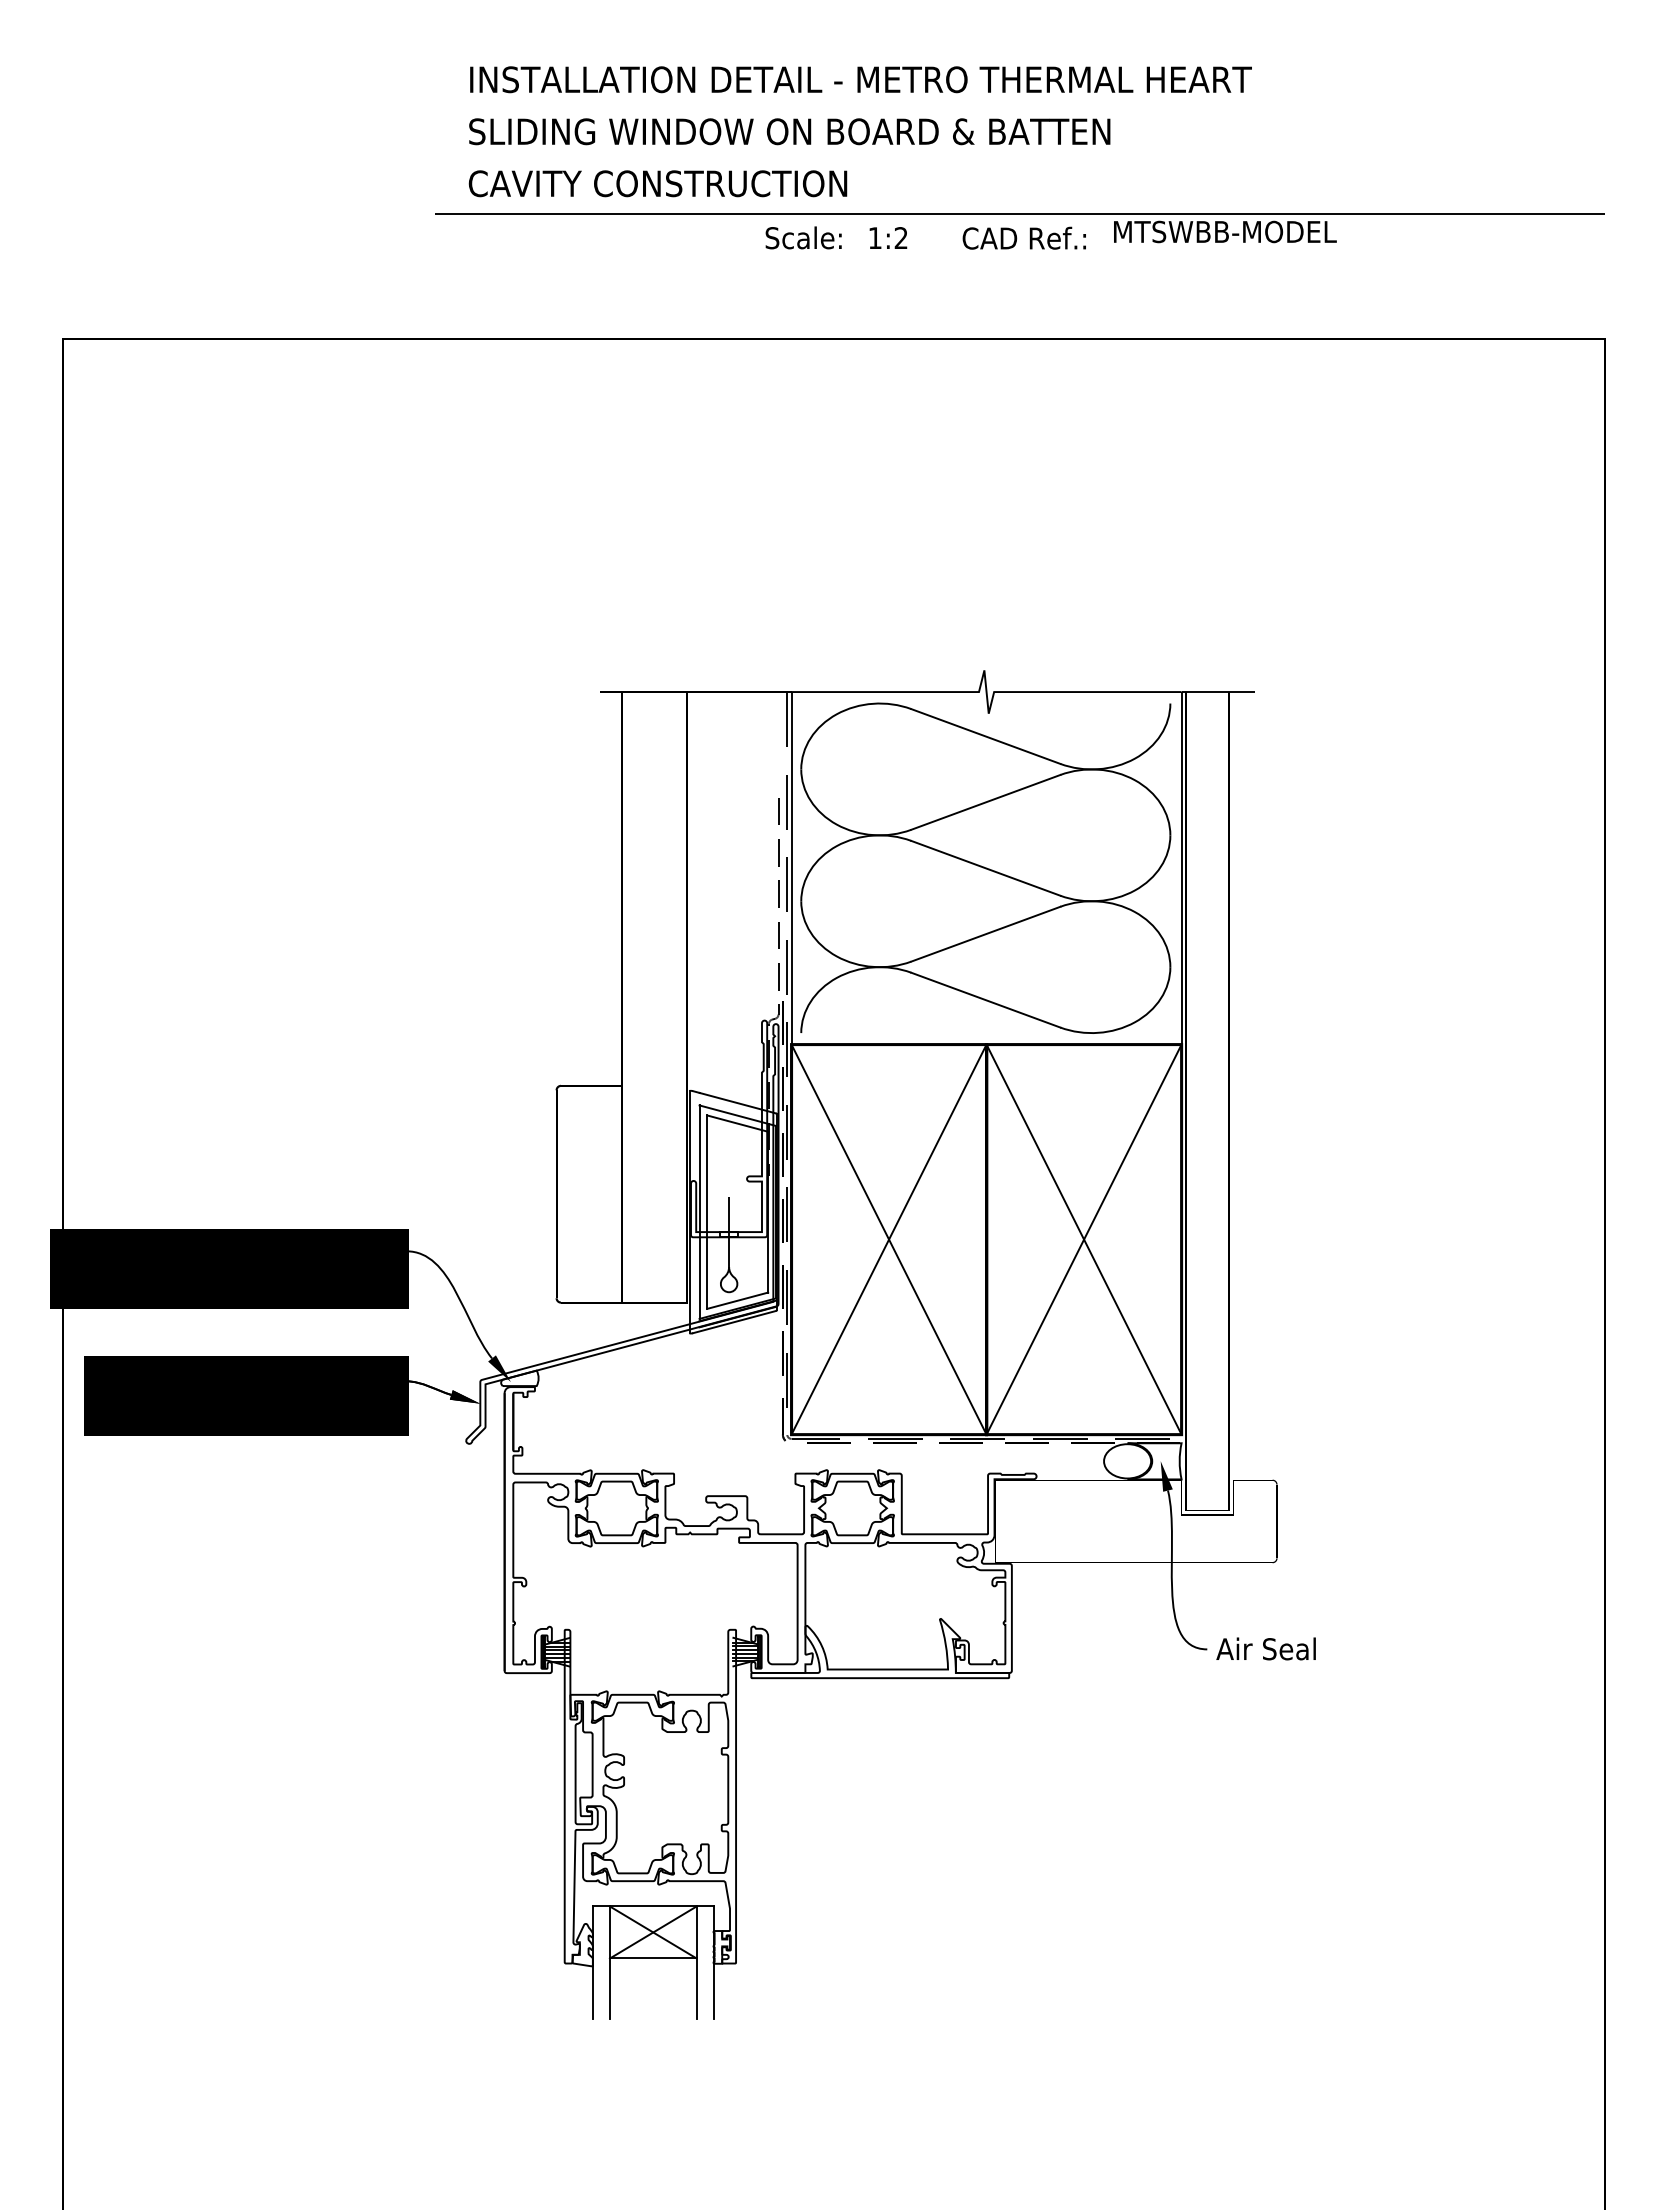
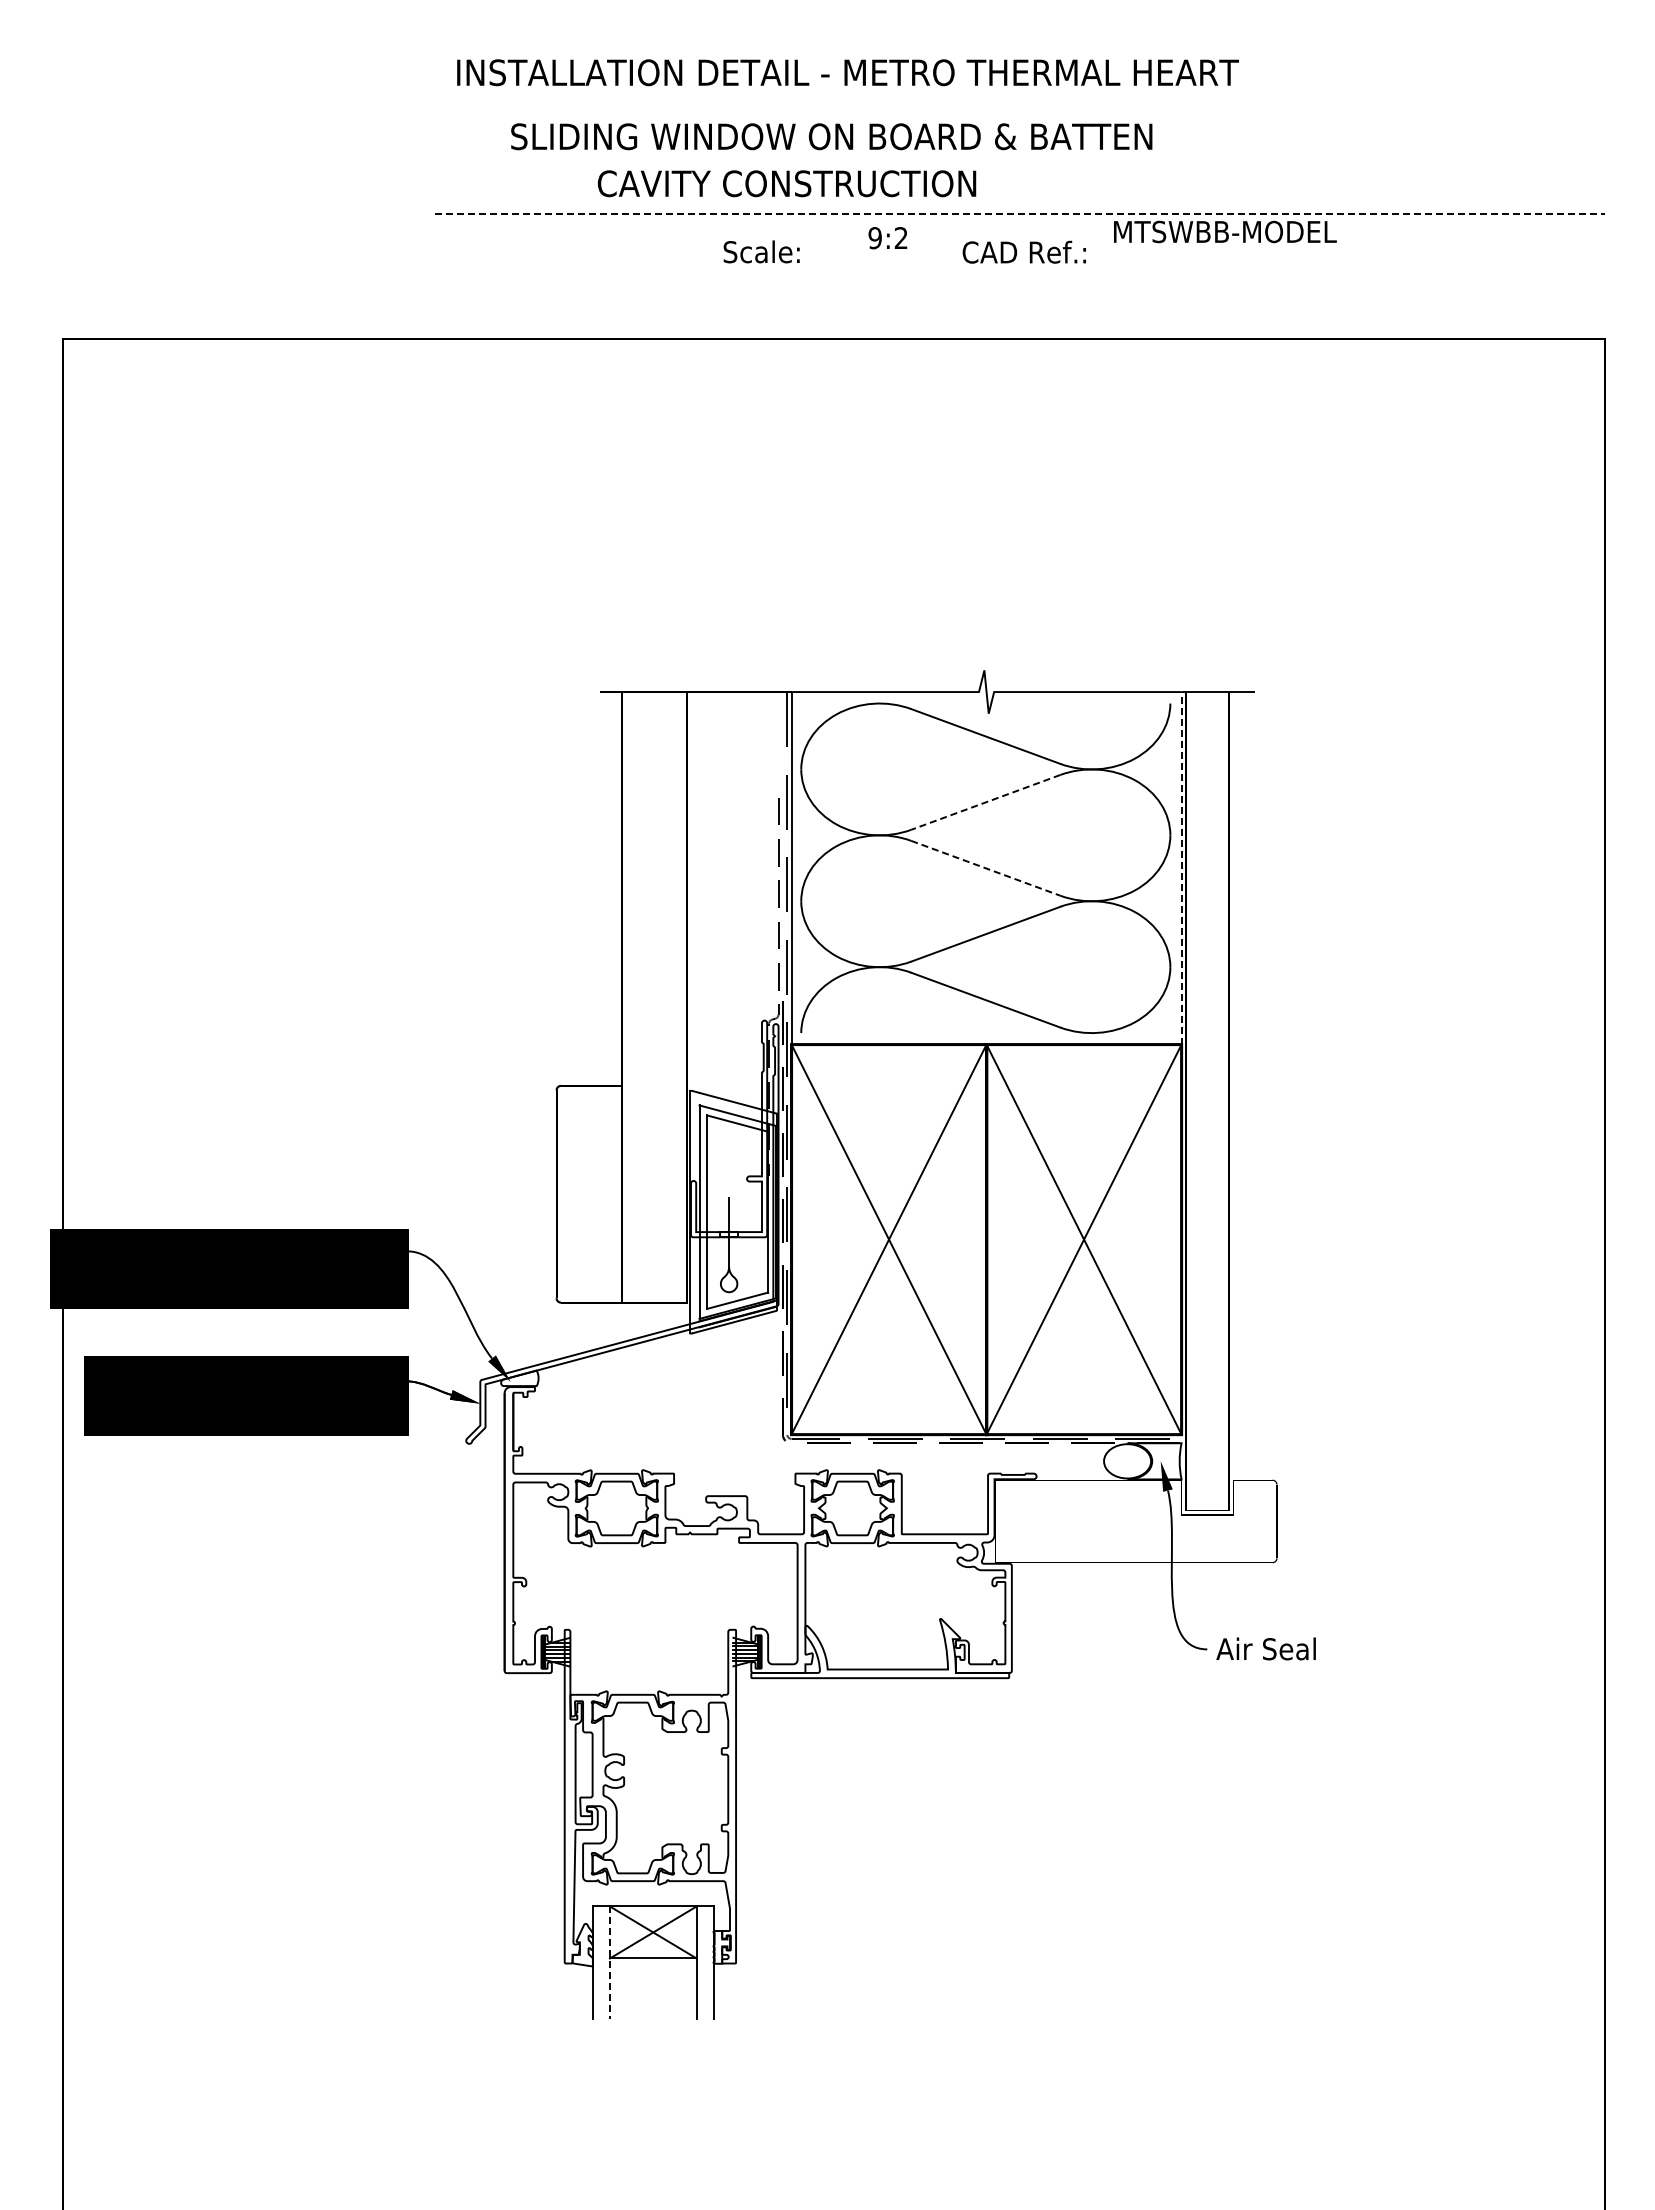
text at (860, 79) position: (860, 79) -> (847, 72)
text at (789, 131) position: (789, 131) -> (831, 136)
text at (657, 183) position: (657, 183) -> (786, 183)
line at (1020, 214): solid -> dashed
text at (803, 237) position: (803, 237) -> (761, 251)
text at (1023, 237) position: (1023, 237) -> (1023, 251)
text at (874, 238): 1:2 -> 9:2
line at (985, 802): solid -> dashed
line at (1181, 867): solid -> dashed
line at (986, 868): solid -> dashed
line at (609, 1963): solid -> dashed
